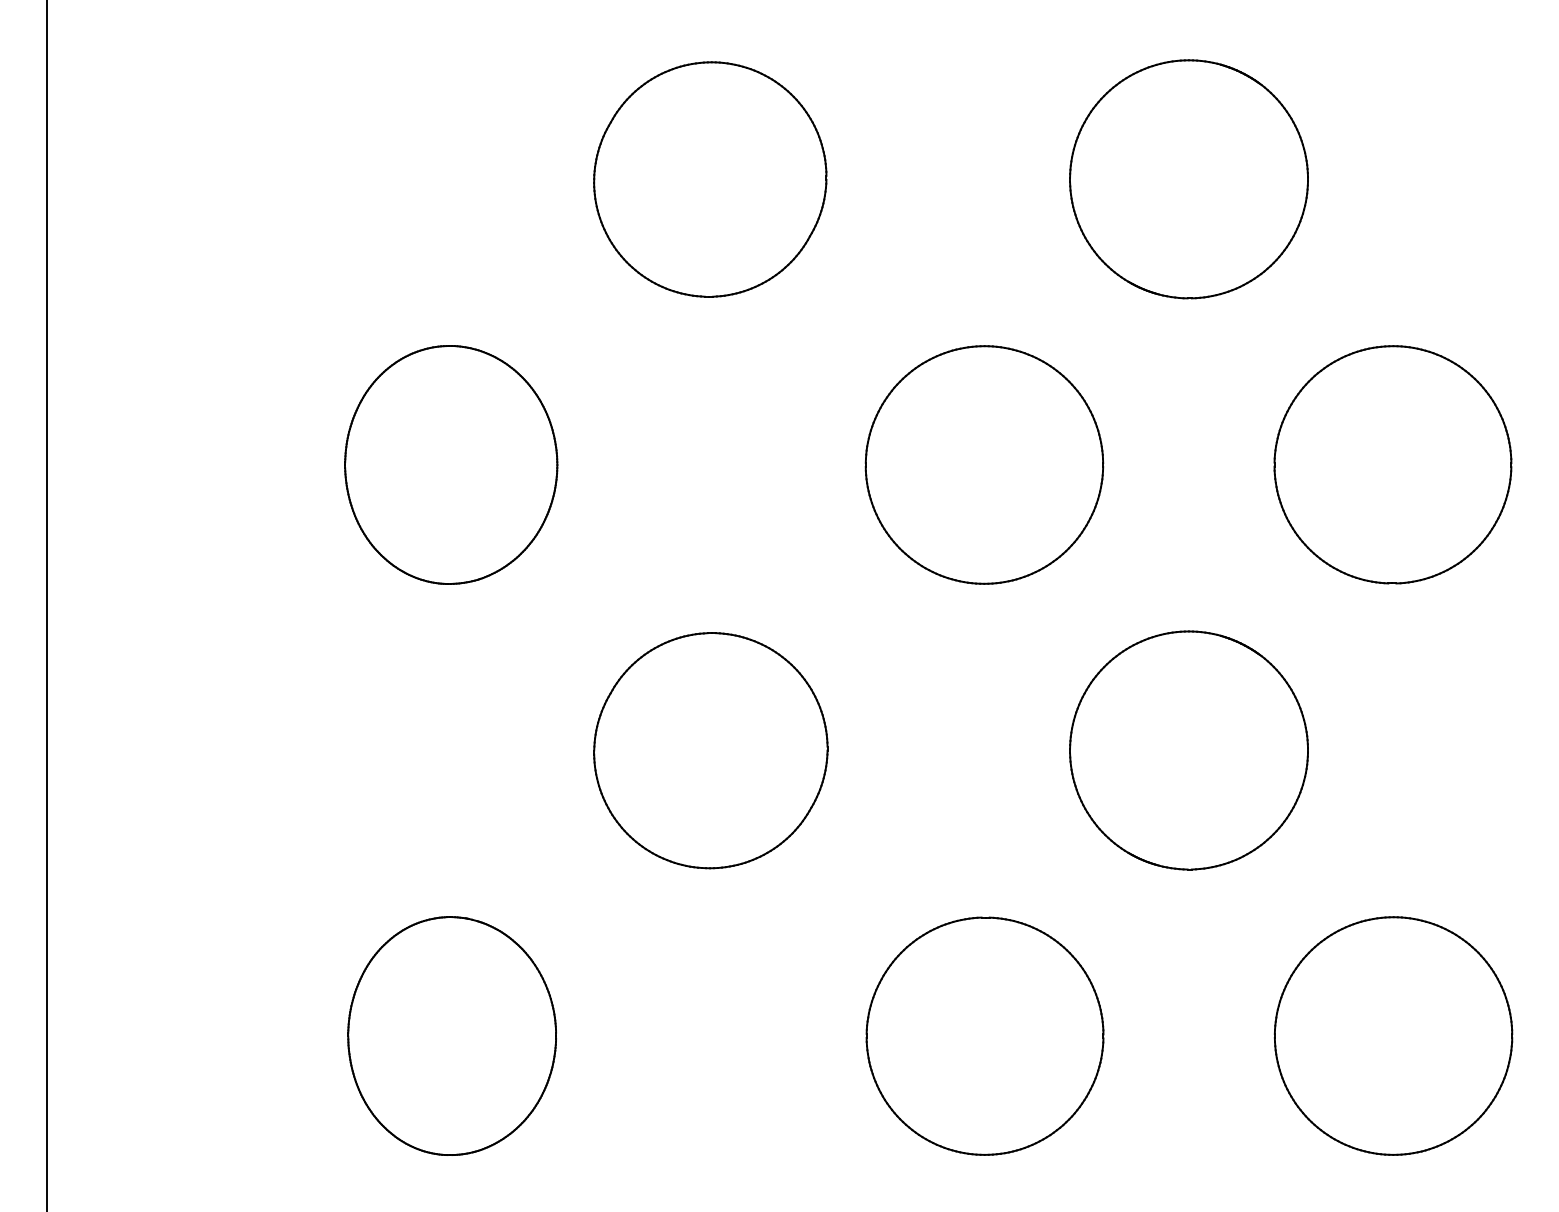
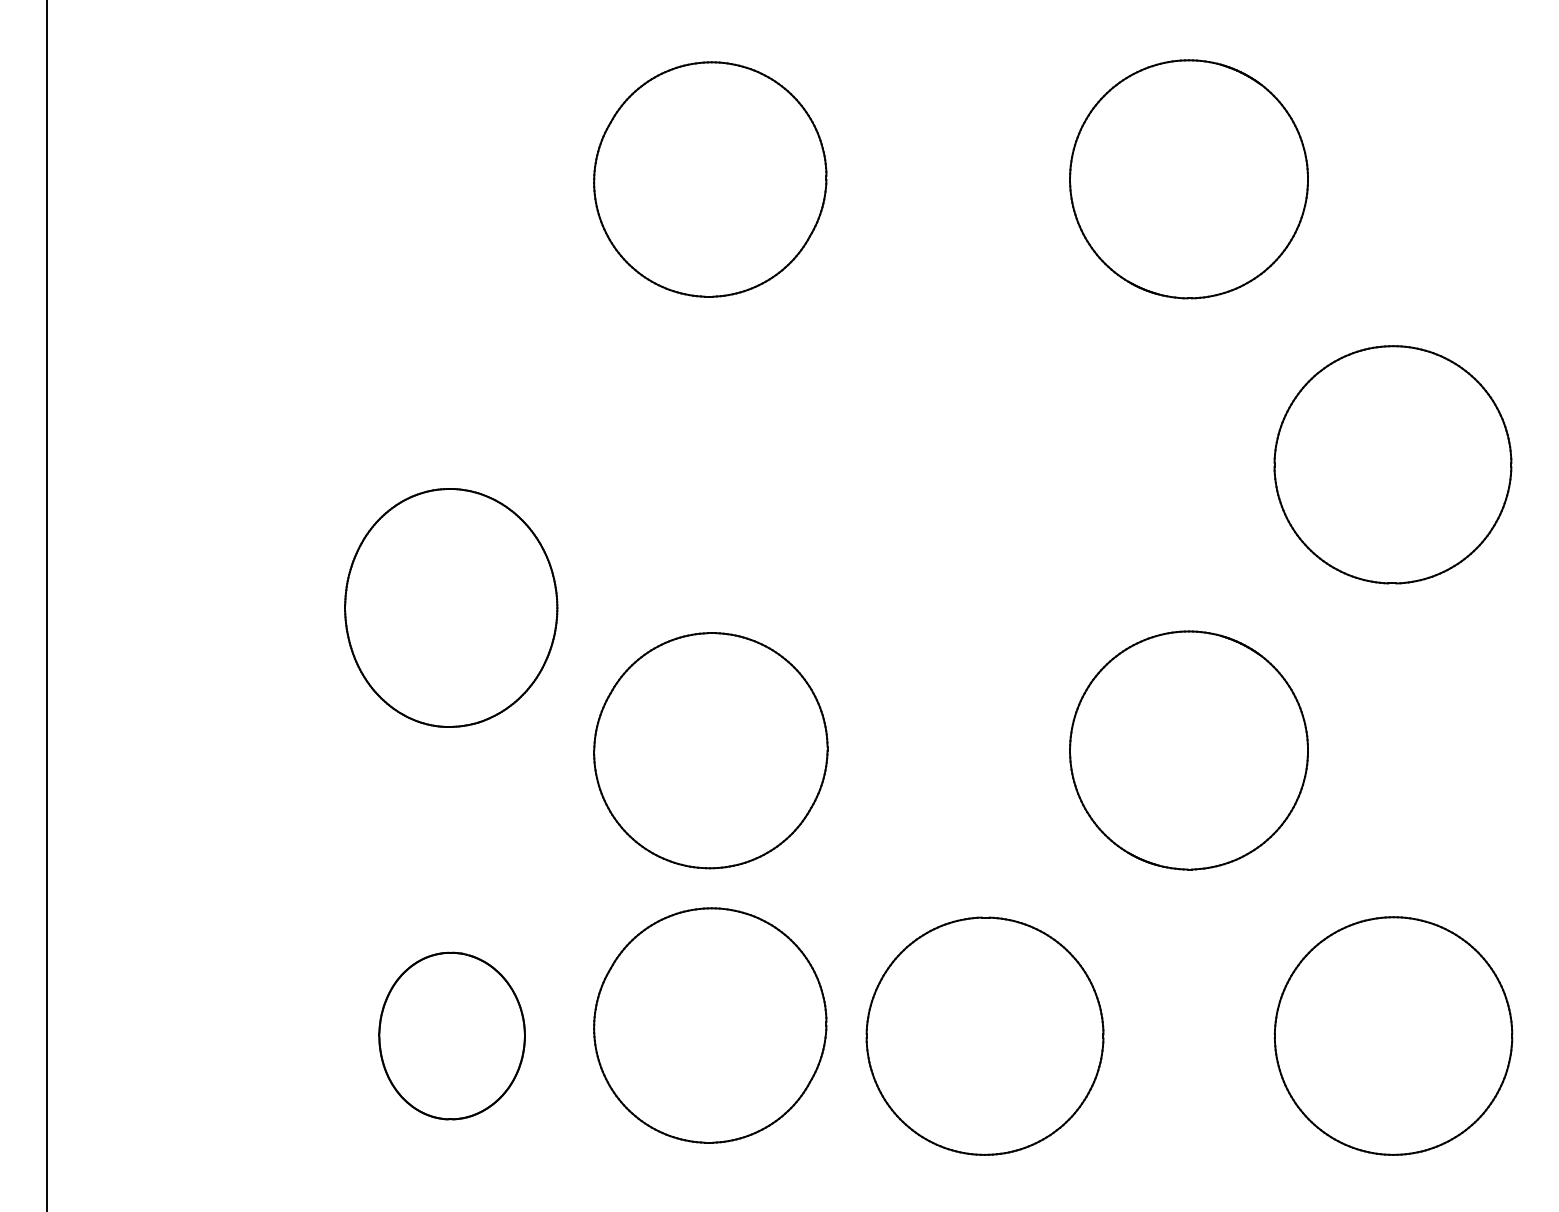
part at (451, 464) position: (451, 464) -> (451, 607)
part at (984, 464): present -> none
part at (710, 1025): none -> present
part at (451, 1035) size: 210x240 px -> 148x170 px
